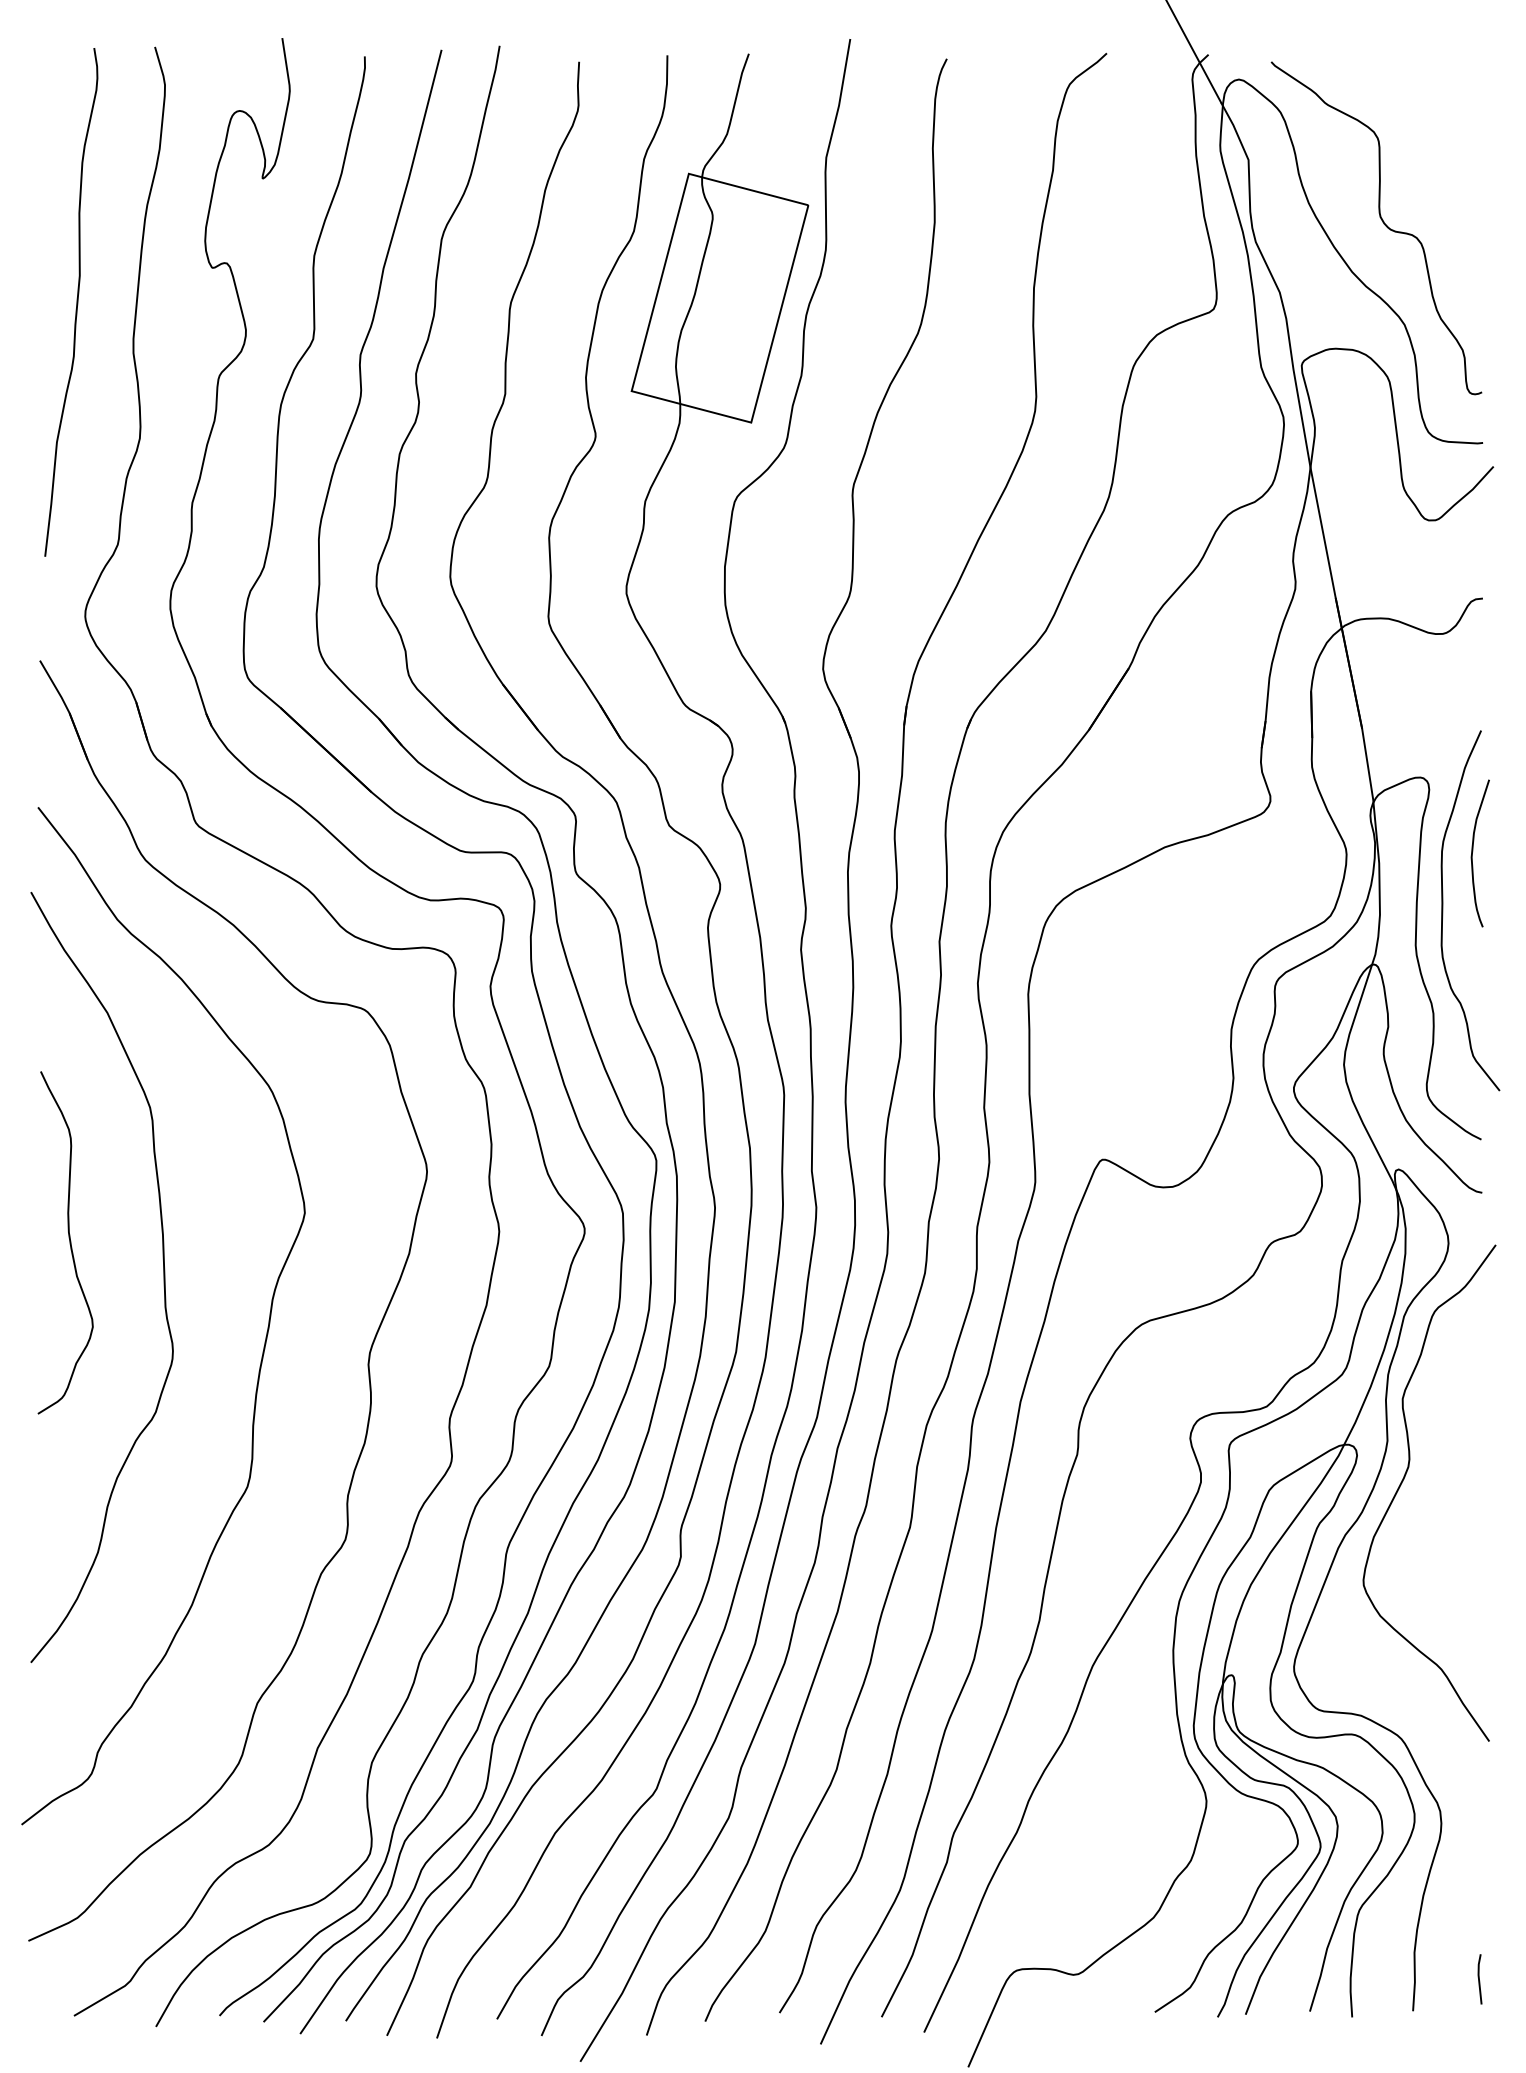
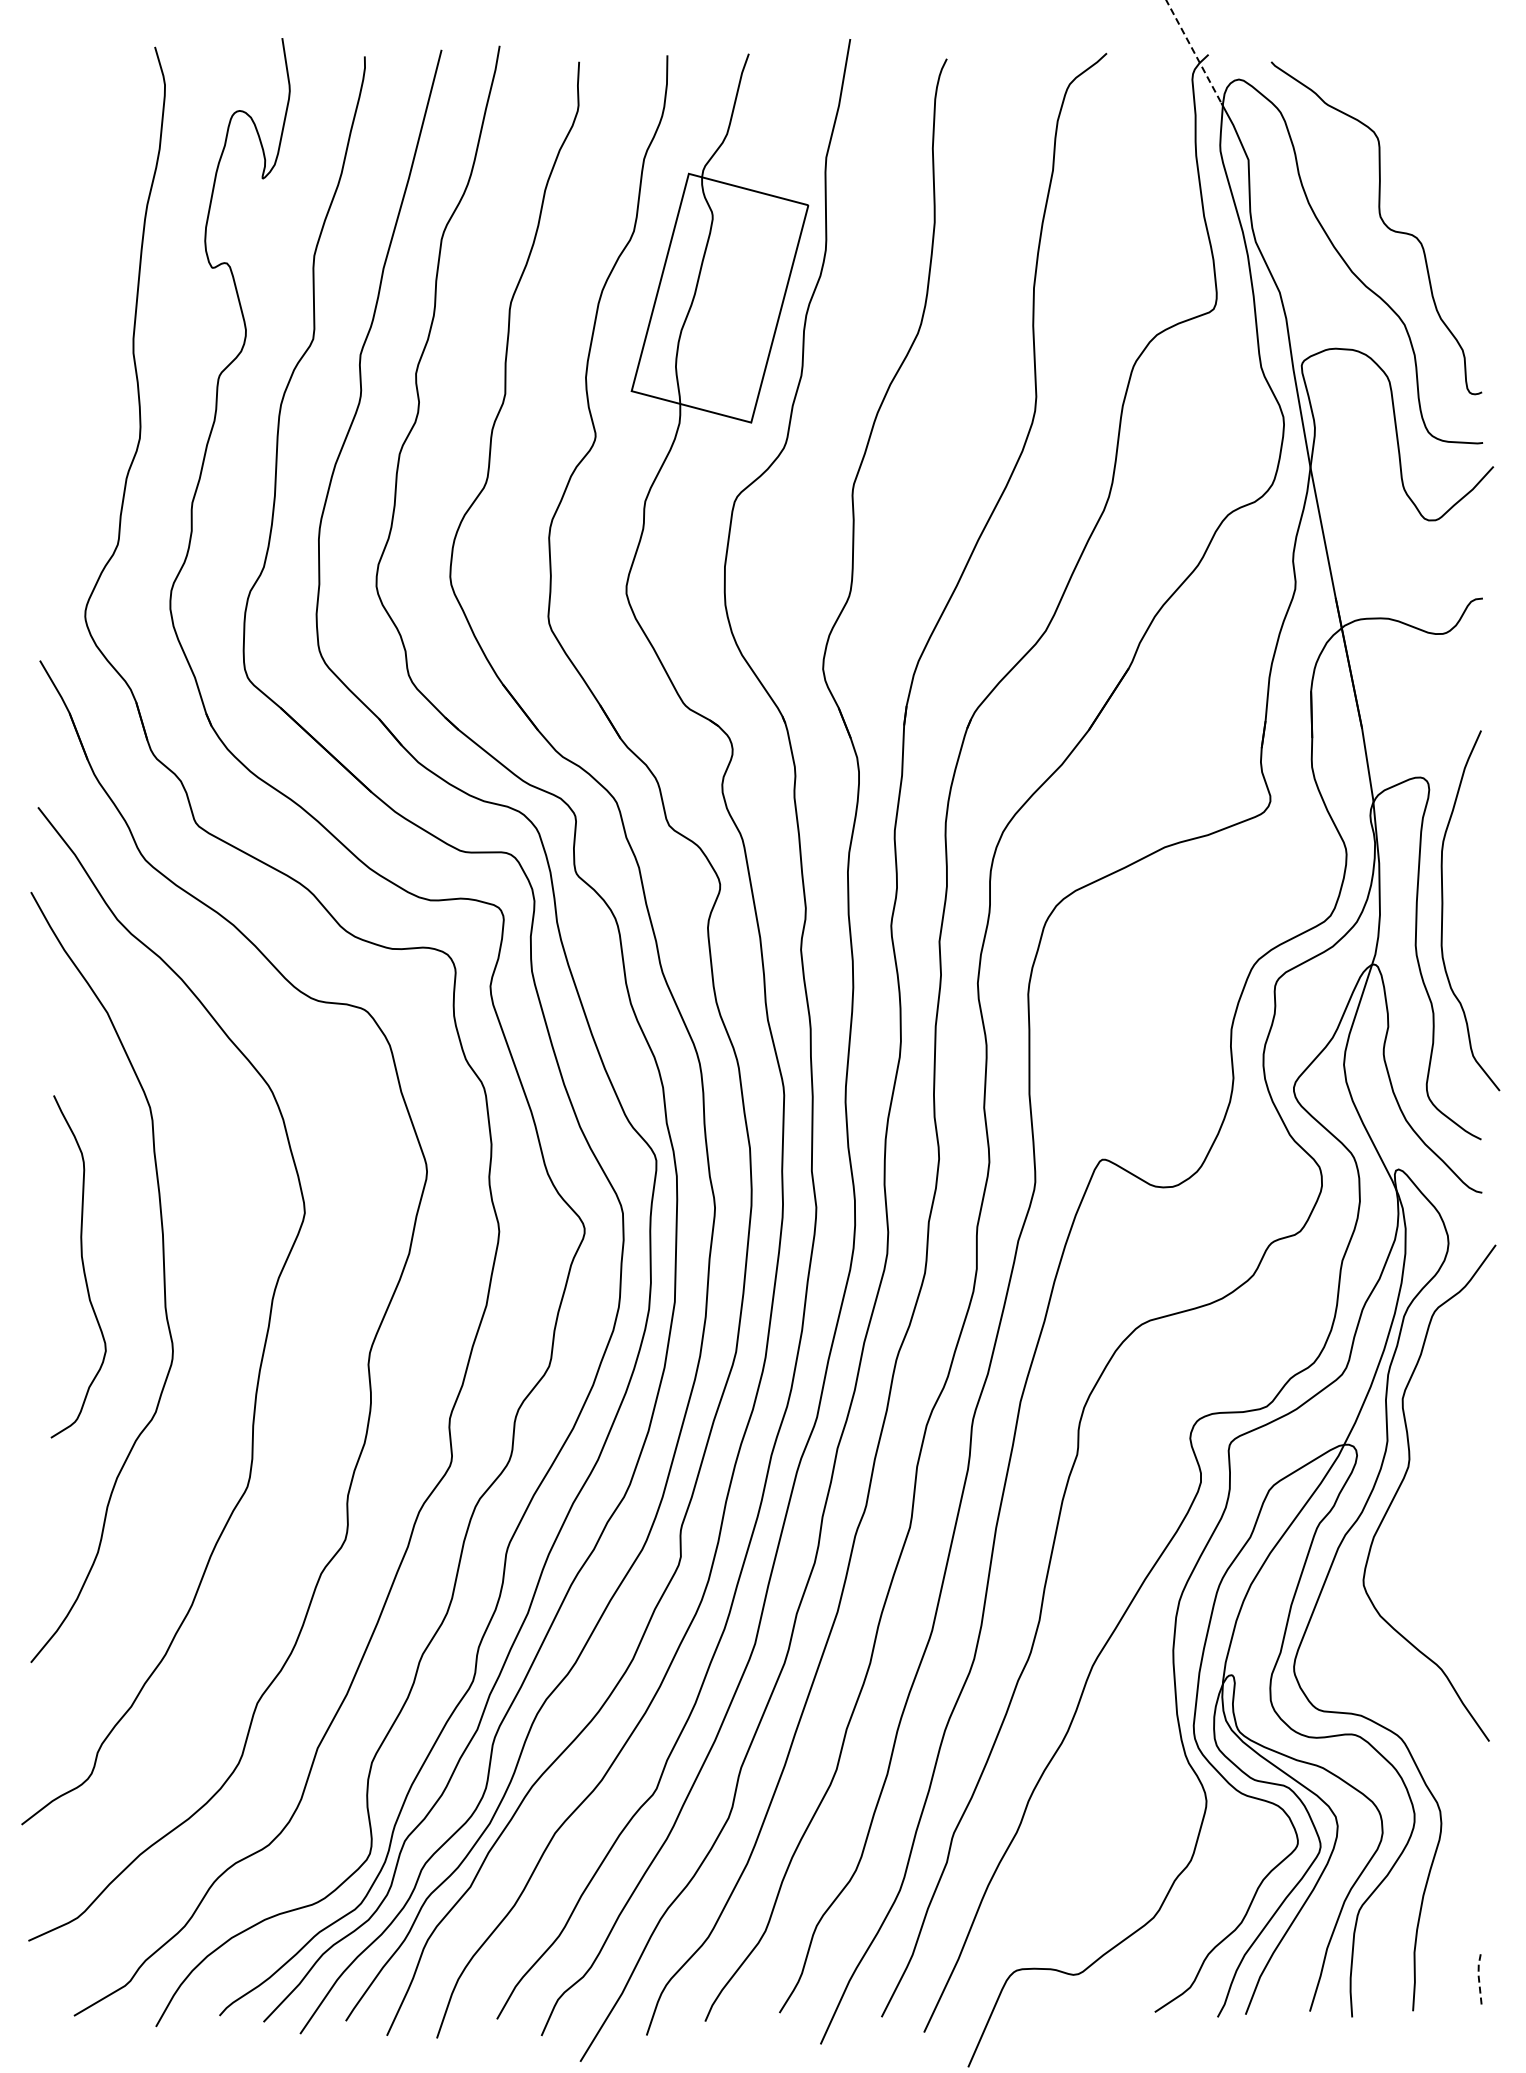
line at (1193, 51): solid -> dashed
curve at (76, 302): present -> none
curve at (1473, 851): present -> none
curve at (69, 1242) position: (69, 1242) -> (82, 1266)
line at (1478, 1978): solid -> dashed
